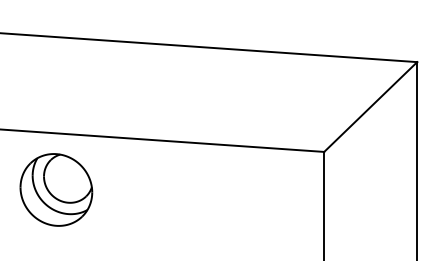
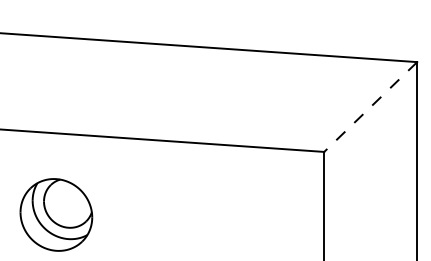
line at (370, 107): solid -> dashed
part at (56, 189) position: (56, 189) -> (56, 214)
